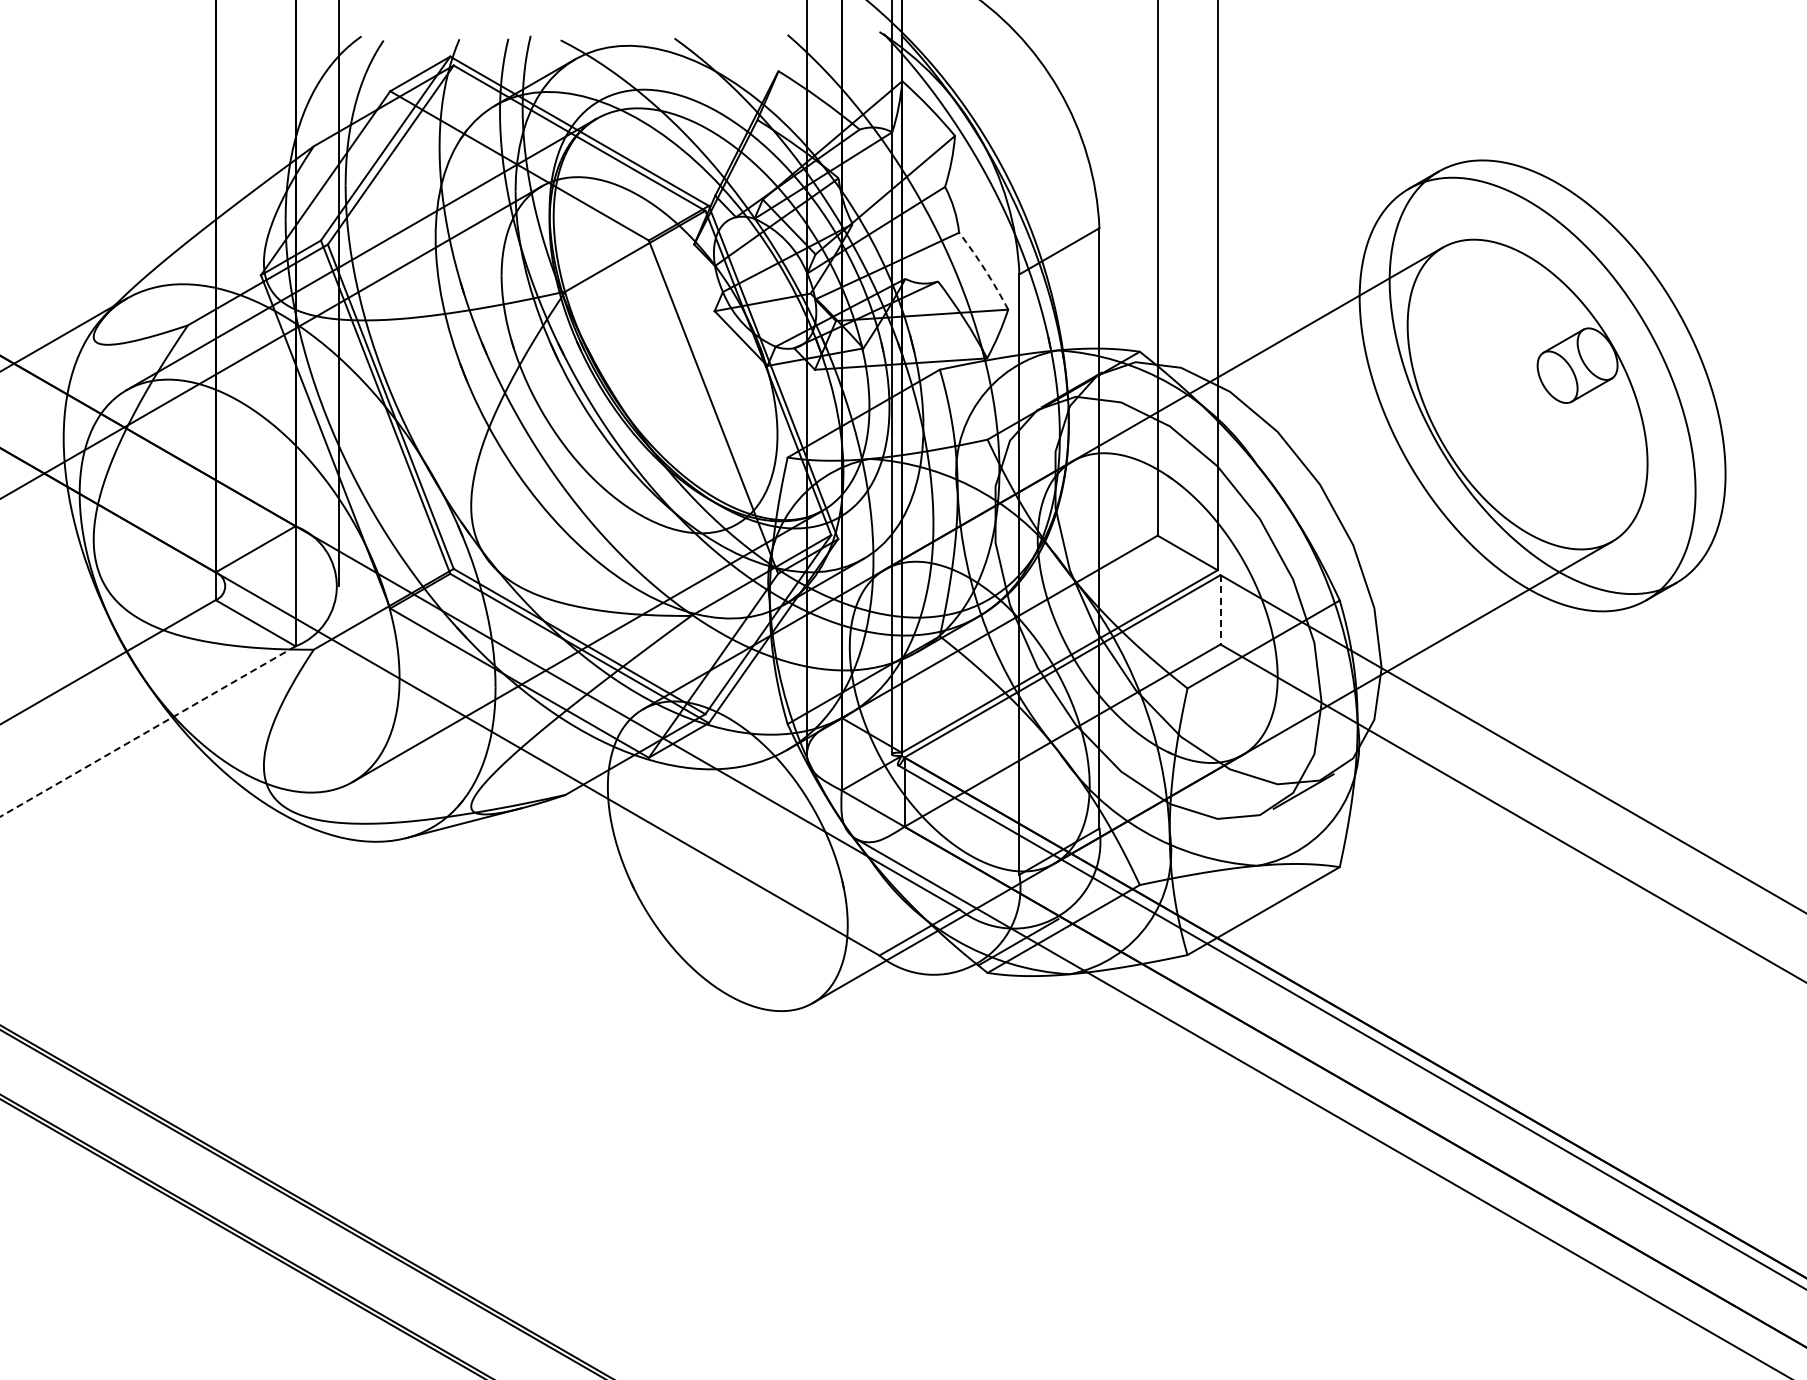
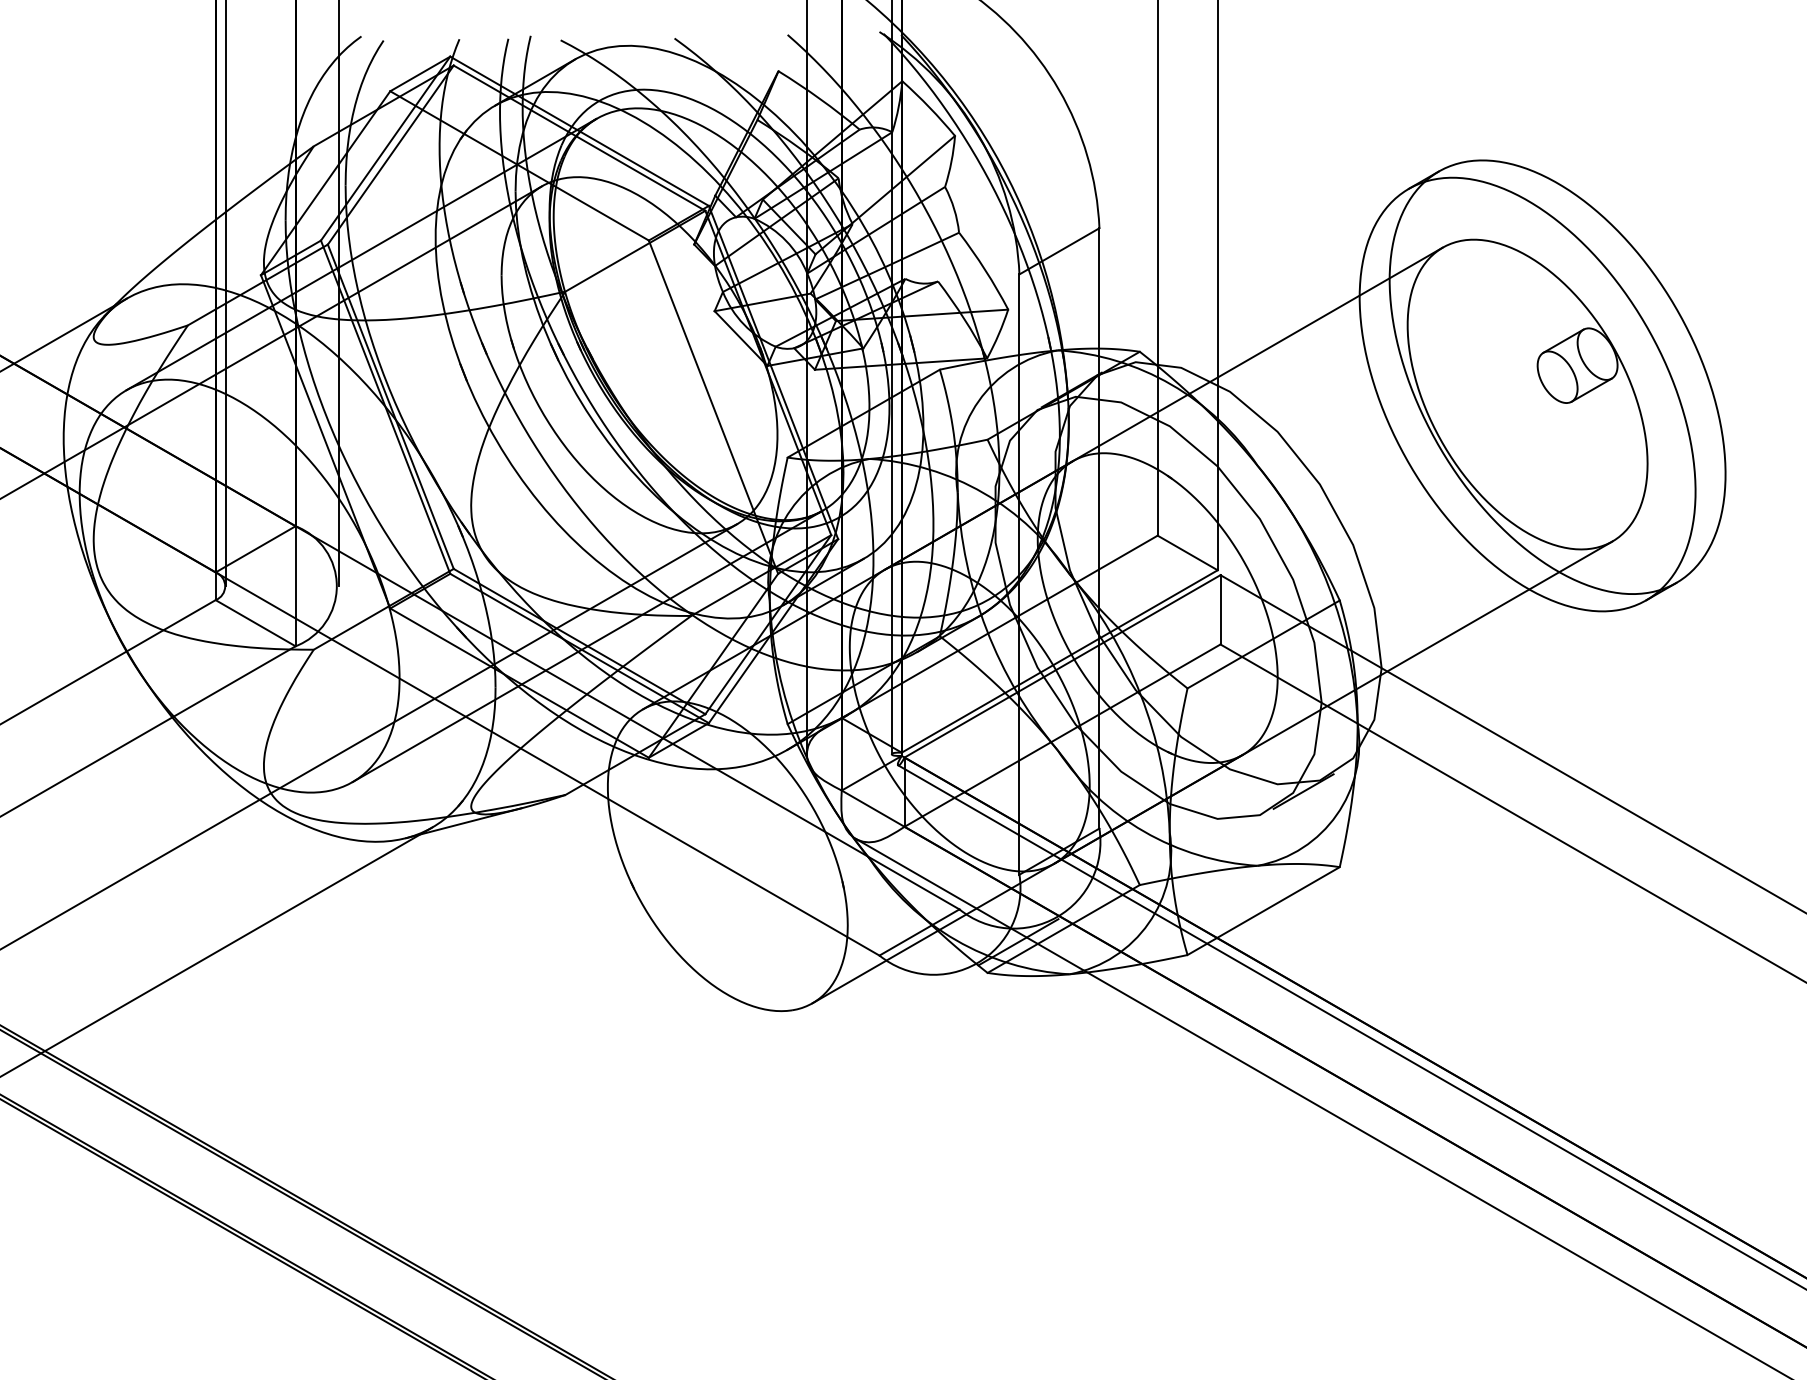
arc at (985, 270): dashed -> solid
line at (225, 294): none -> present
line at (1220, 609): dashed -> solid
line at (148, 731): dashed -> solid
line at (369, 736): none -> present
line at (217, 951): none -> present
